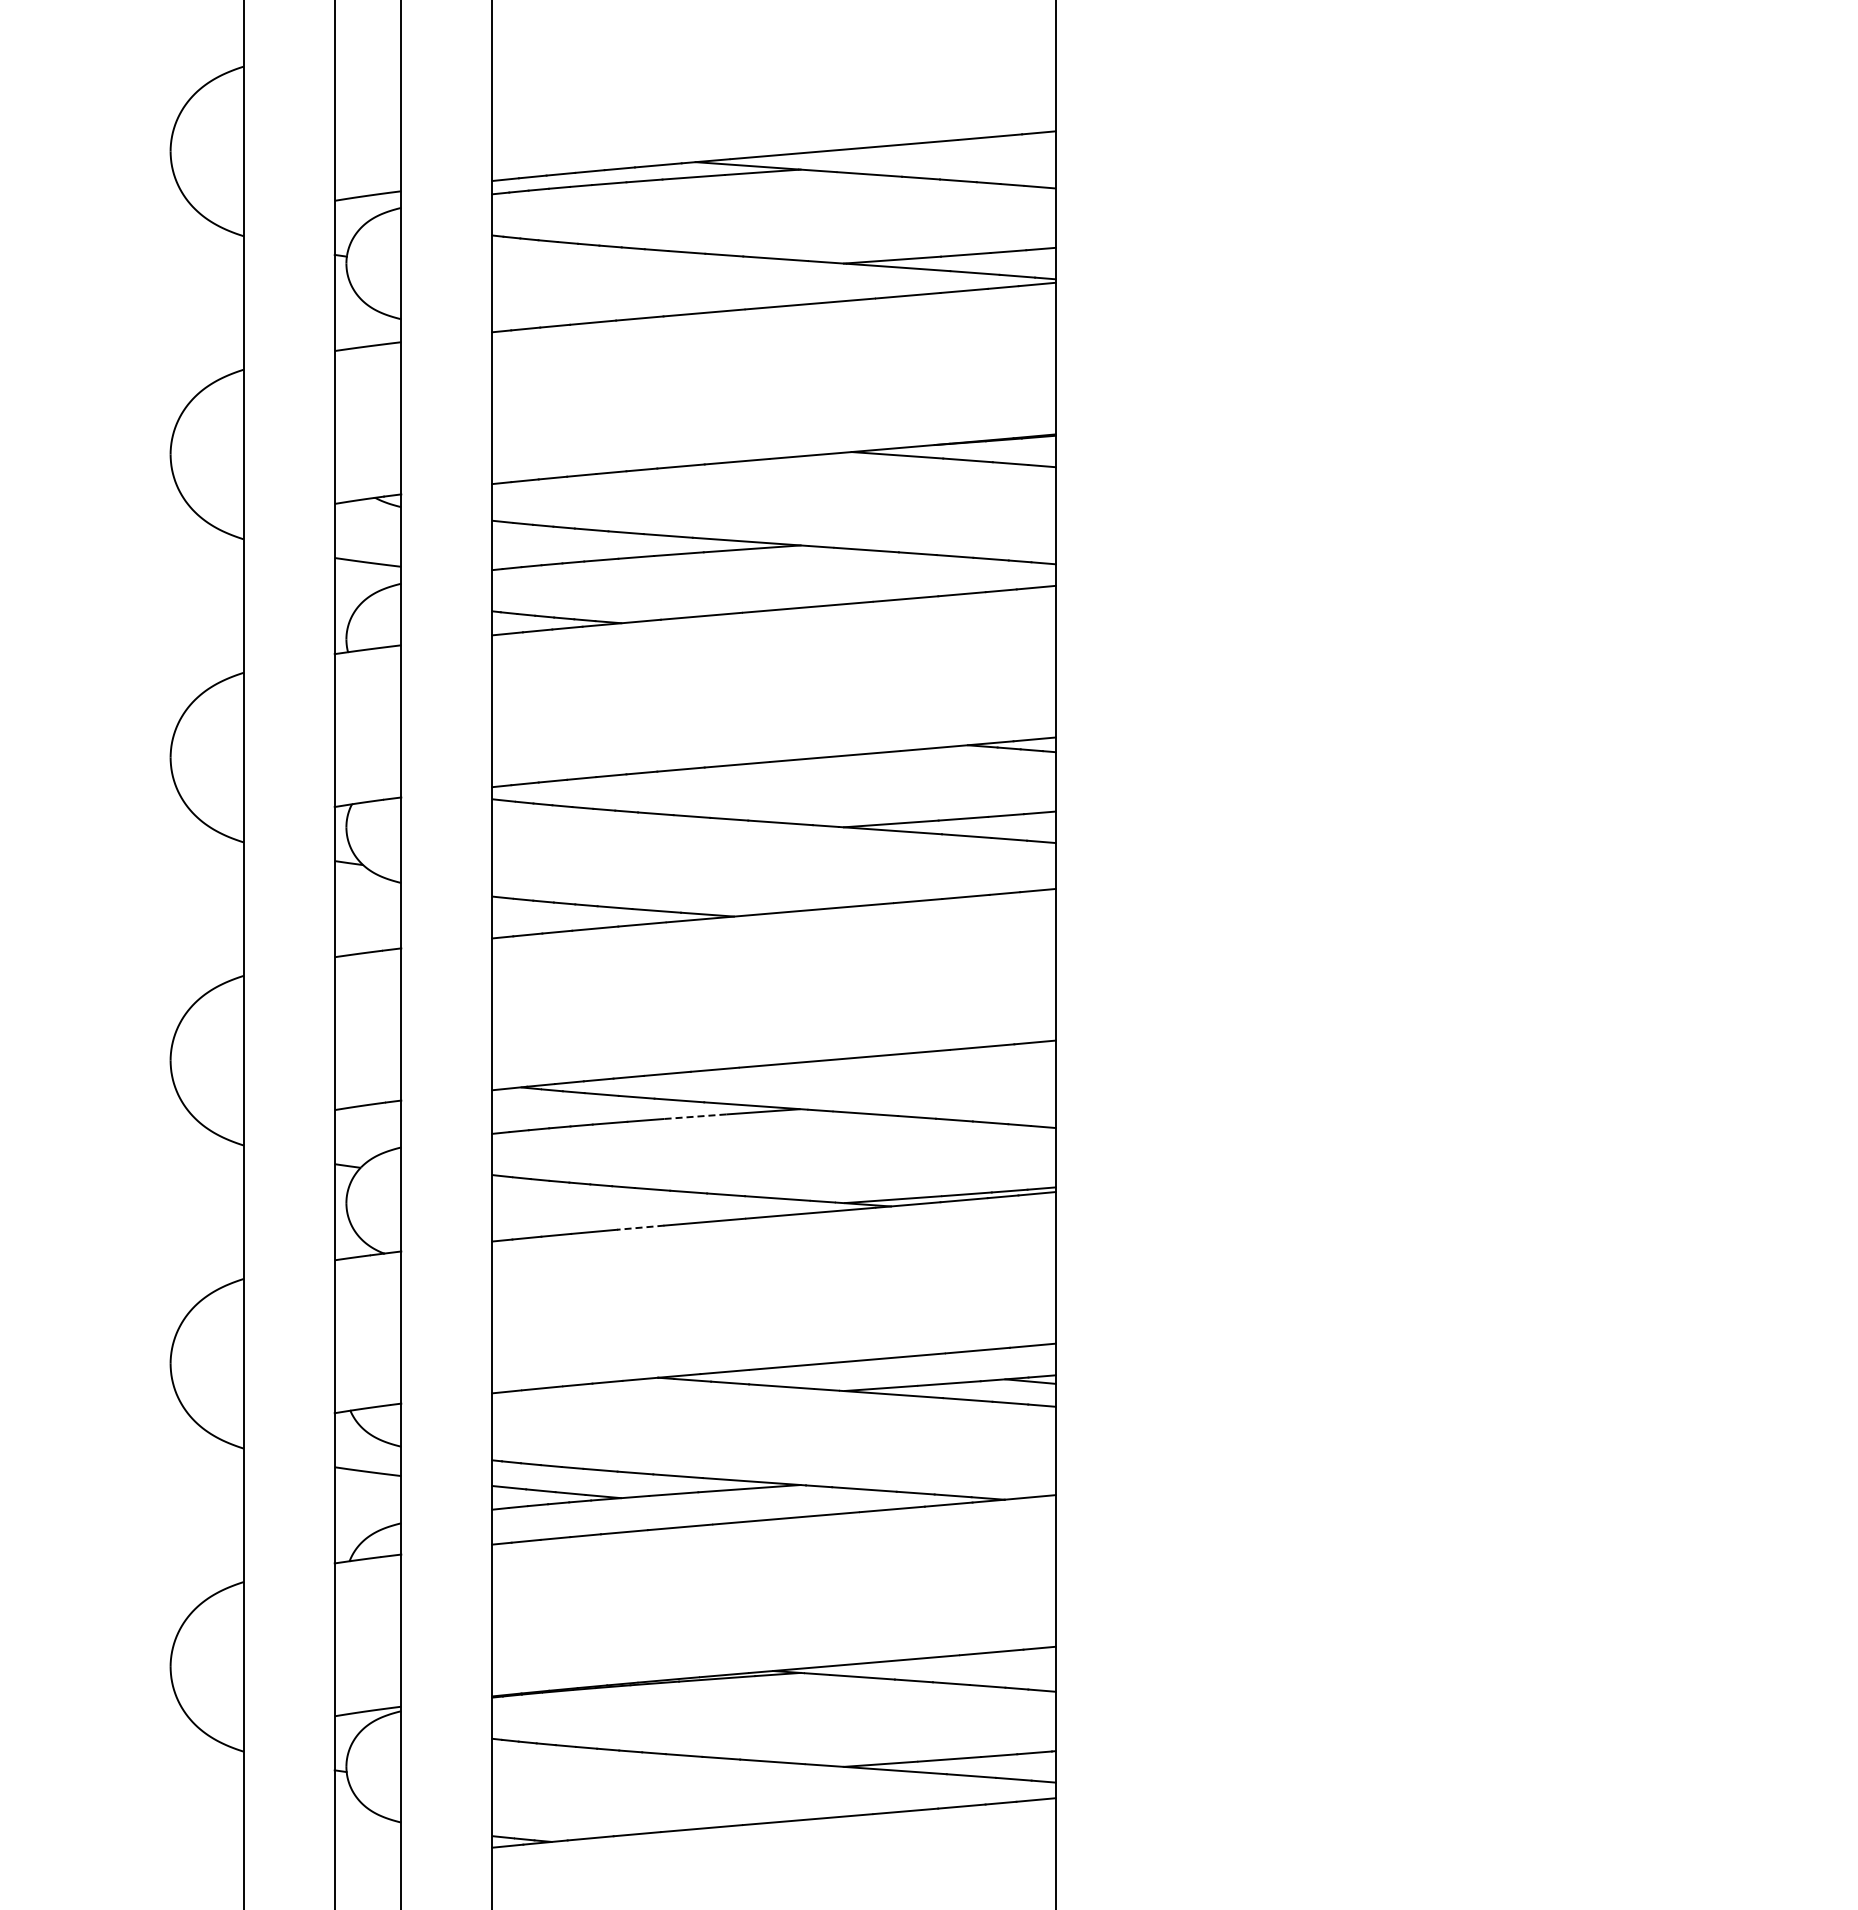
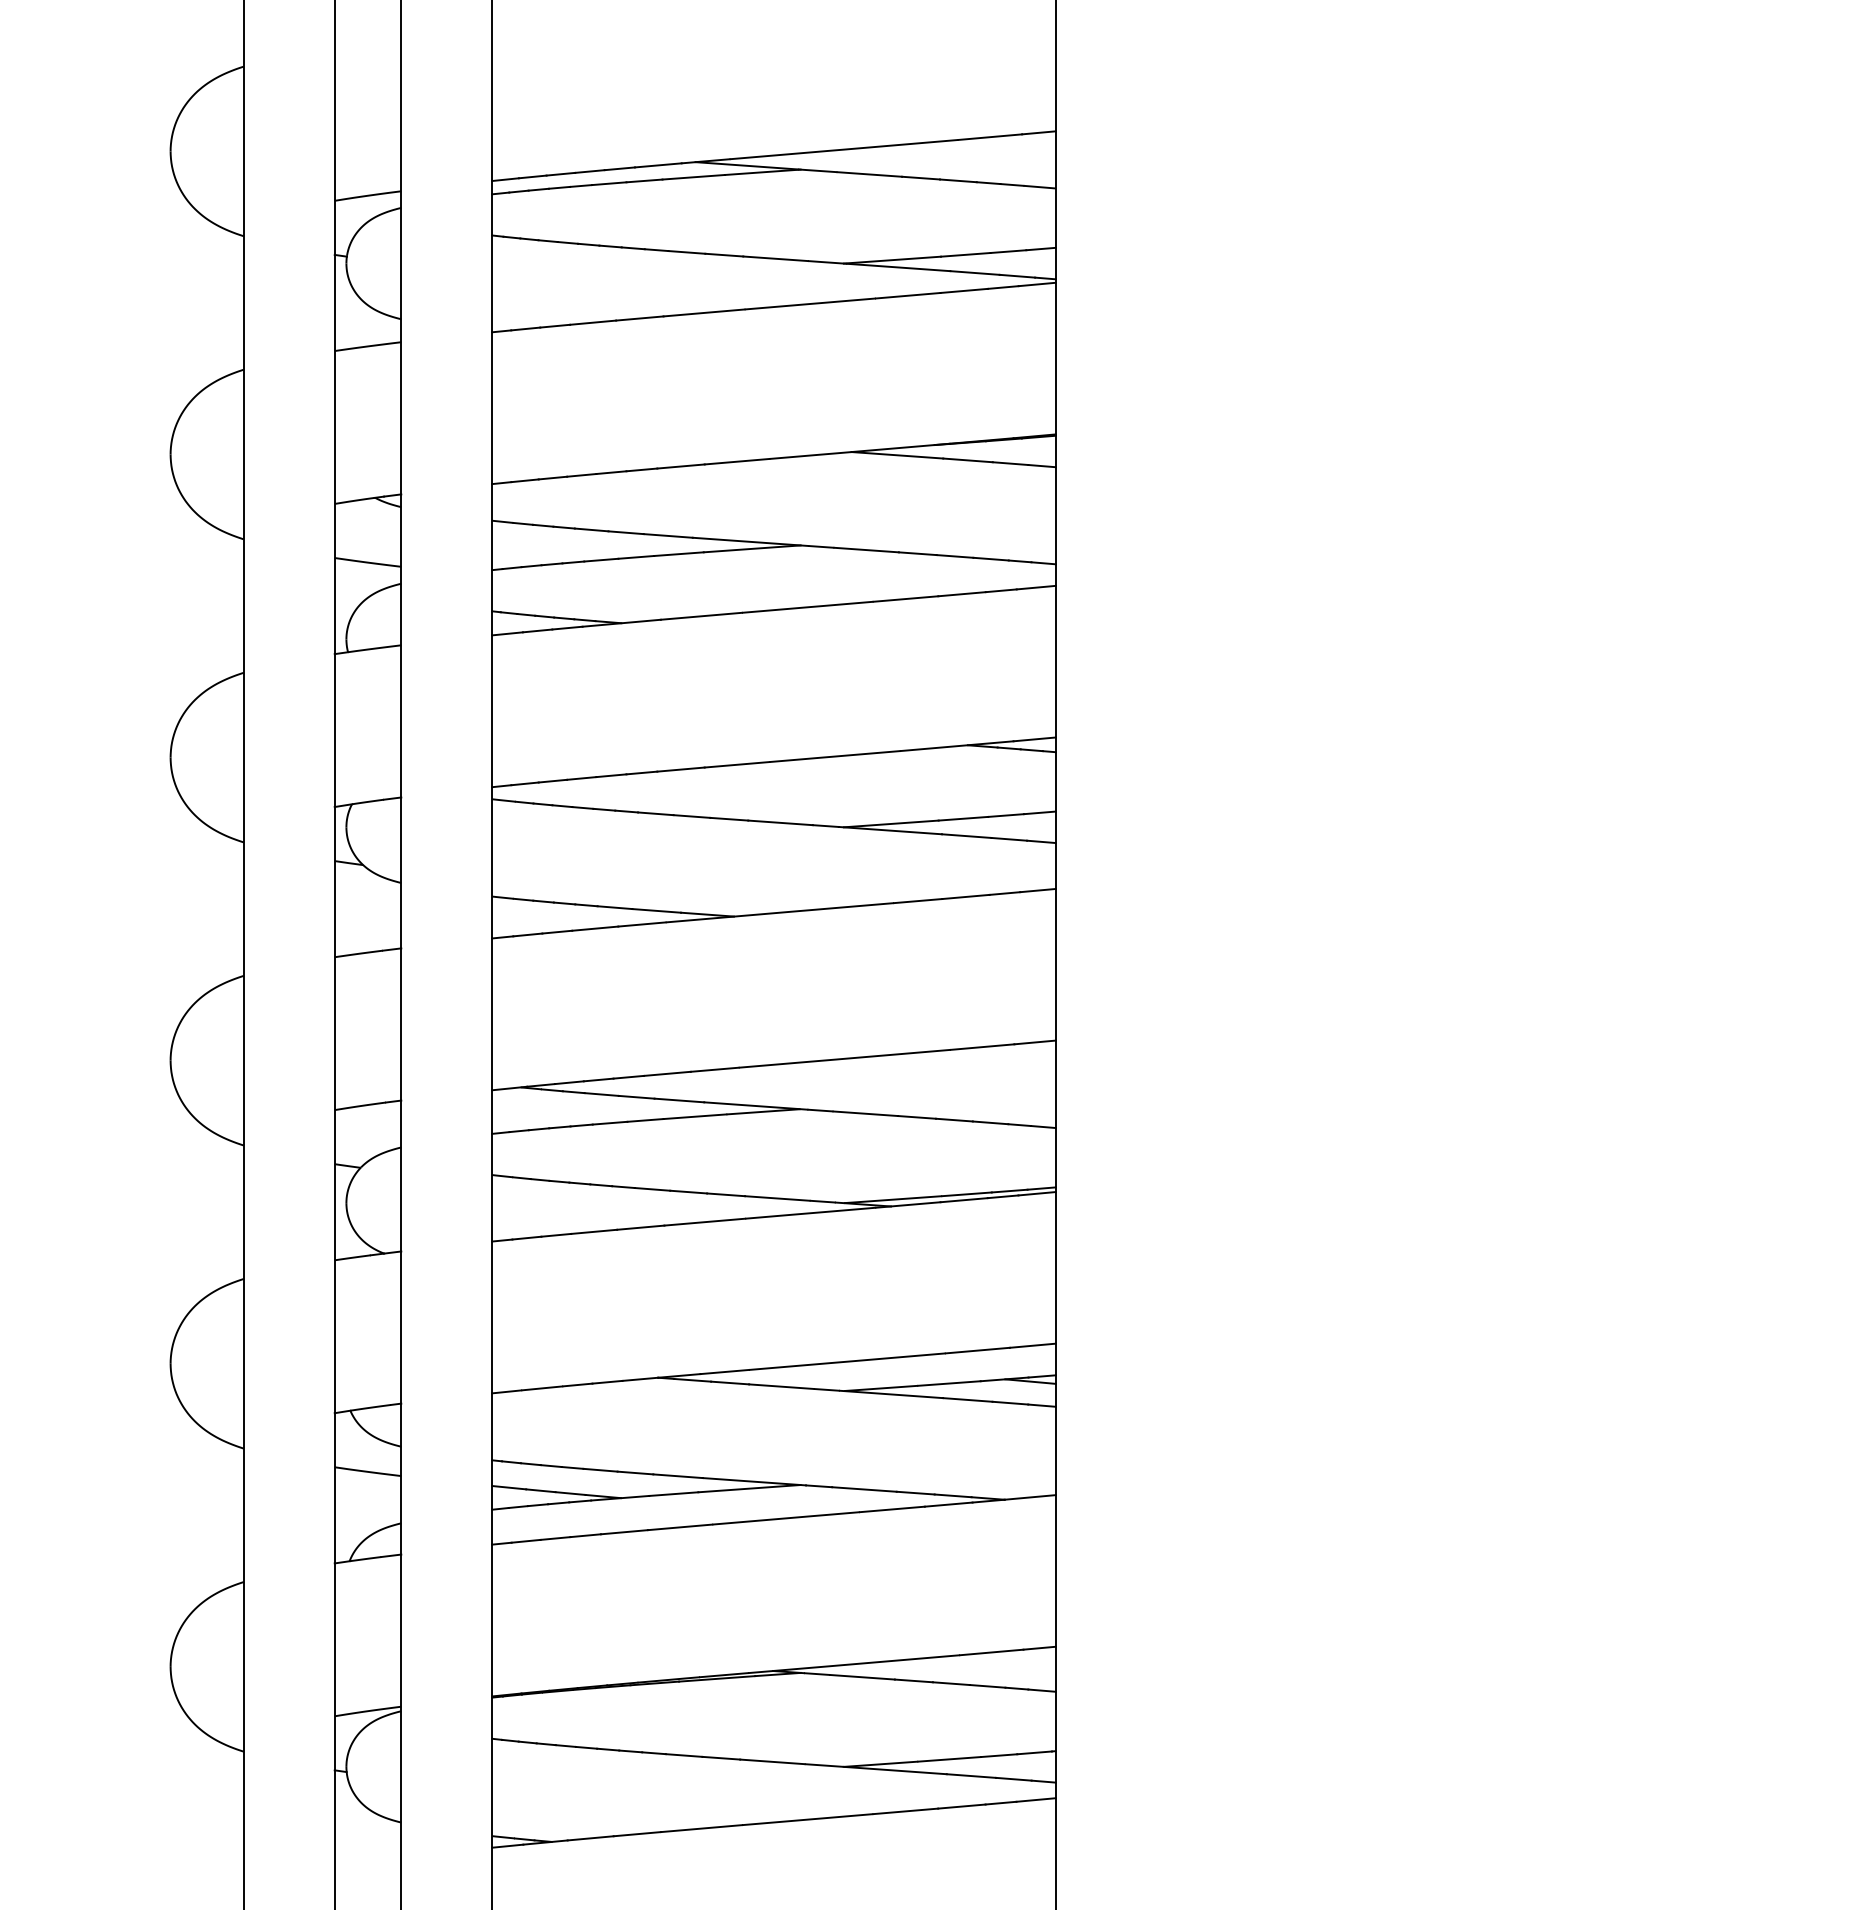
line at (694, 1116): dashed -> solid
line at (640, 1227): dashed -> solid
